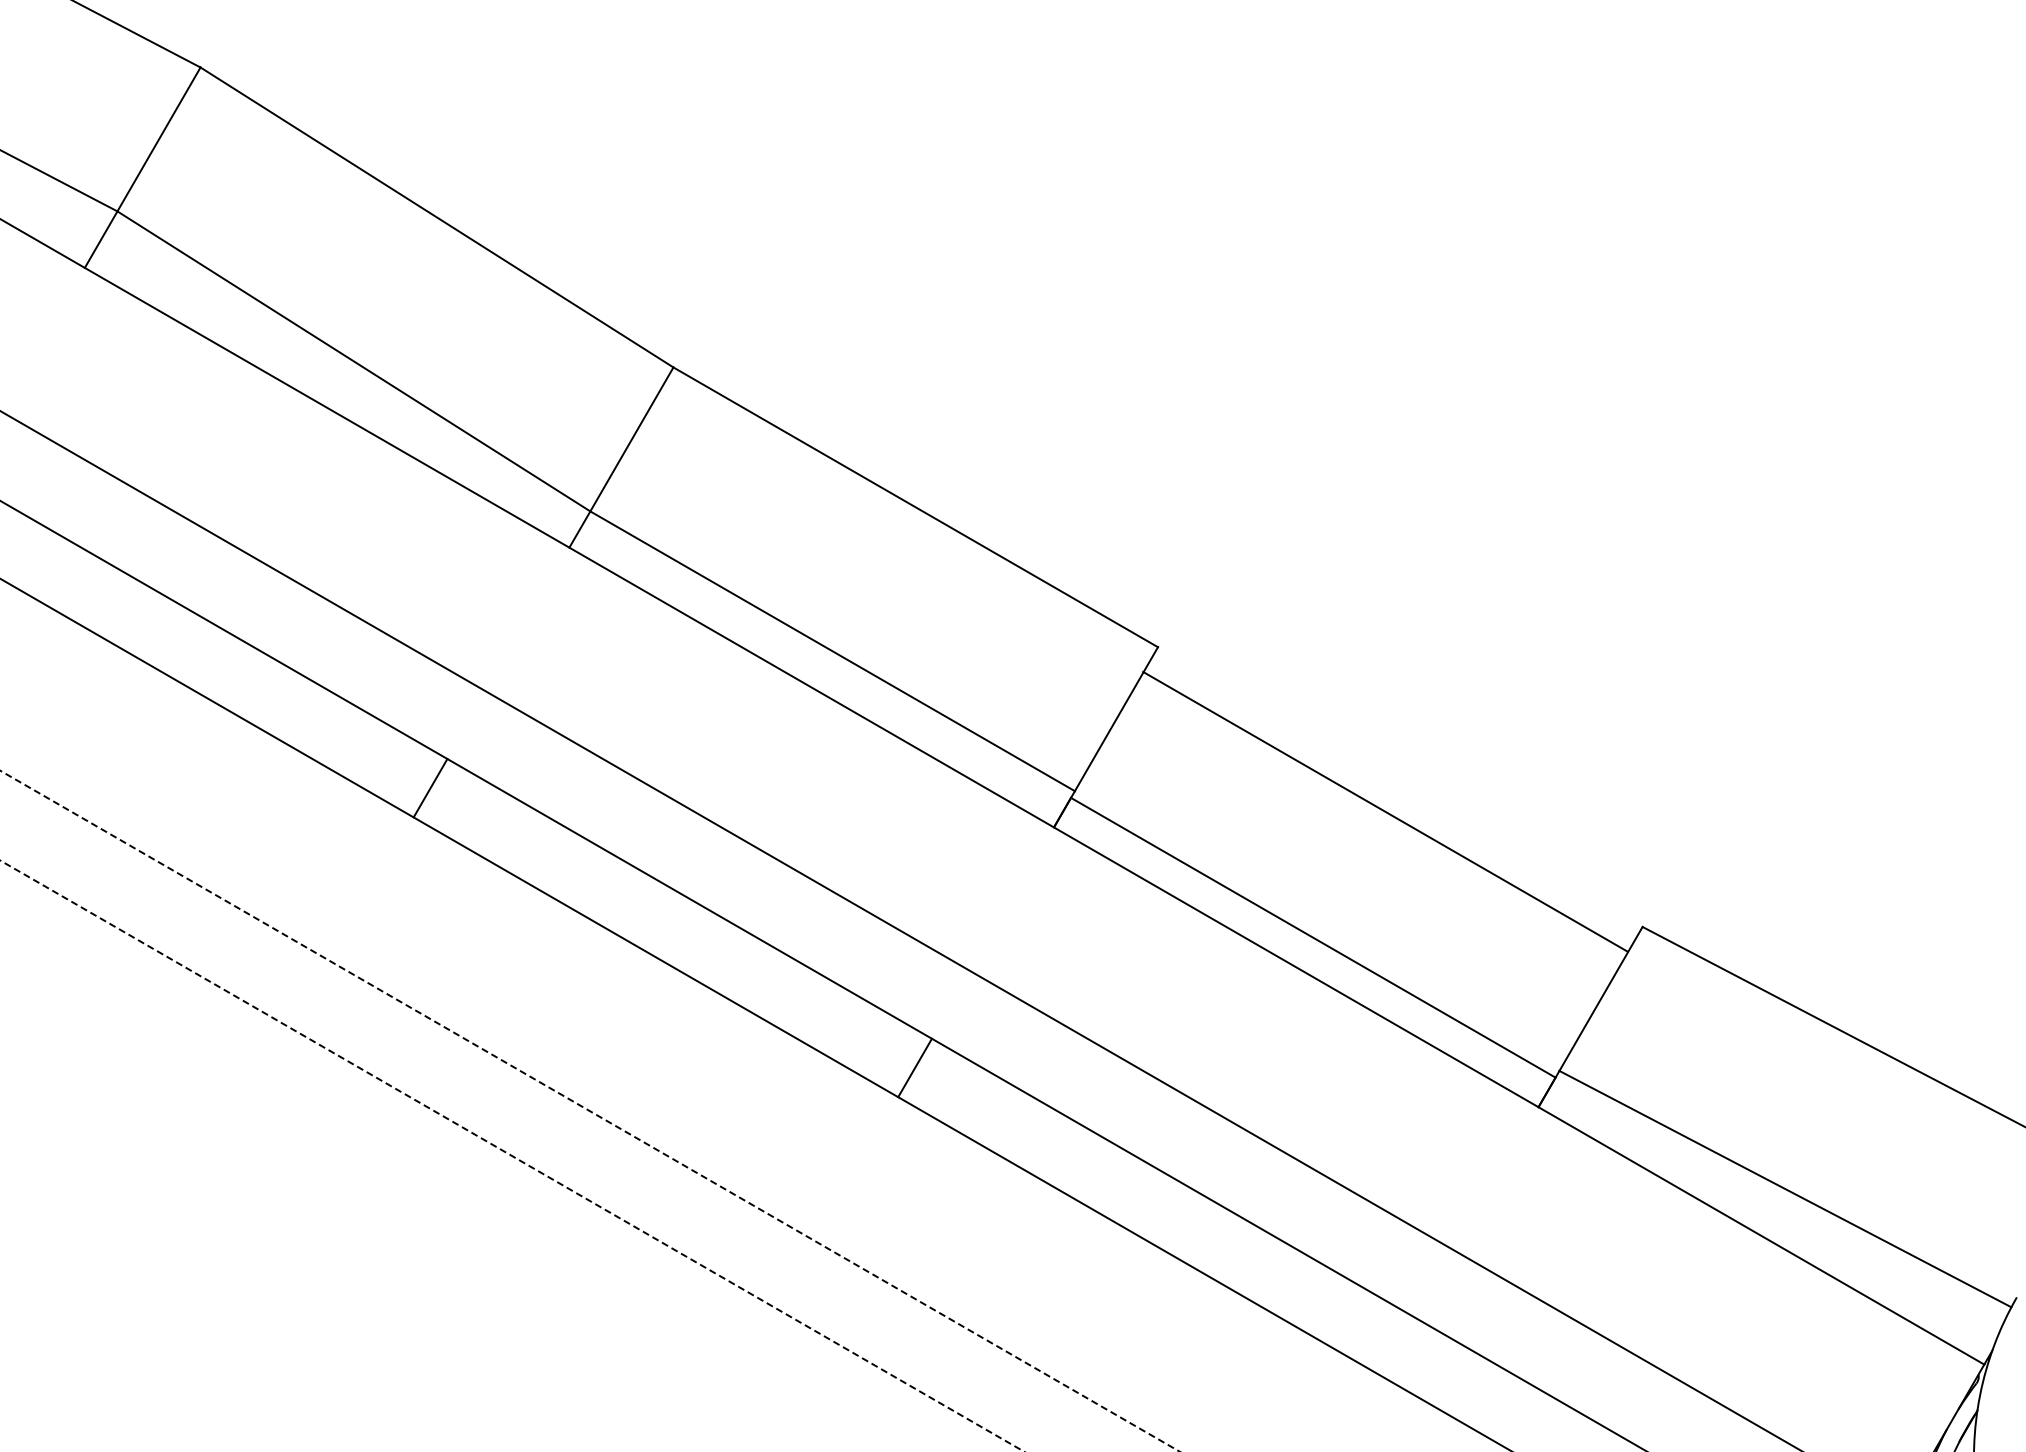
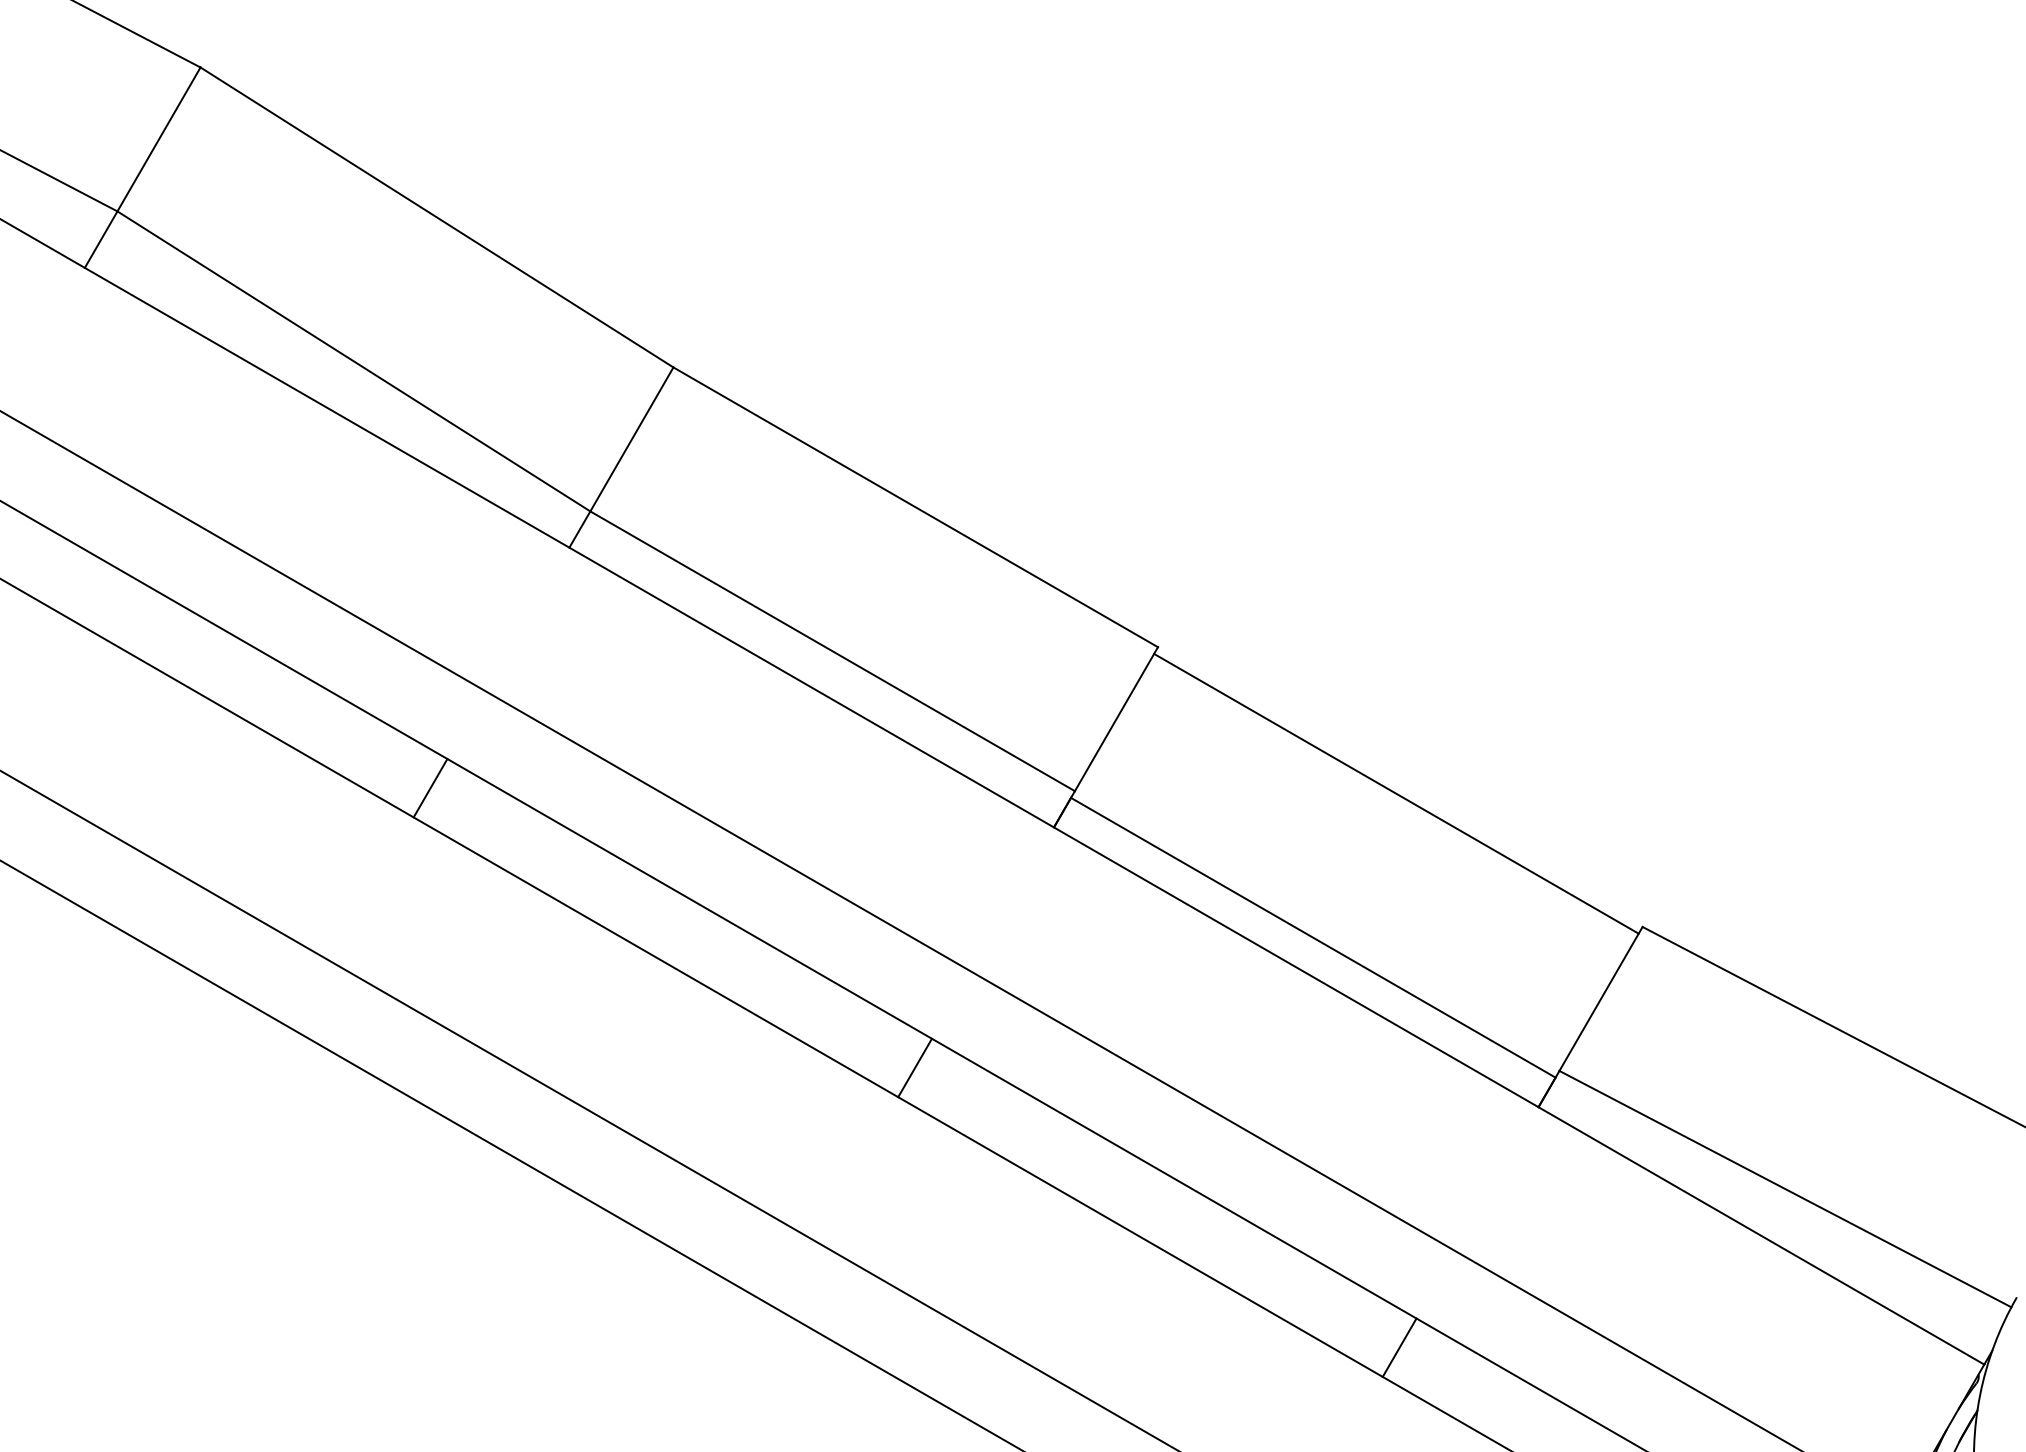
line at (1385, 811) position: (1385, 811) -> (1396, 793)
line at (590, 1111): dashed -> solid
line at (512, 1156): dashed -> solid
line at (1399, 1347): none -> present
